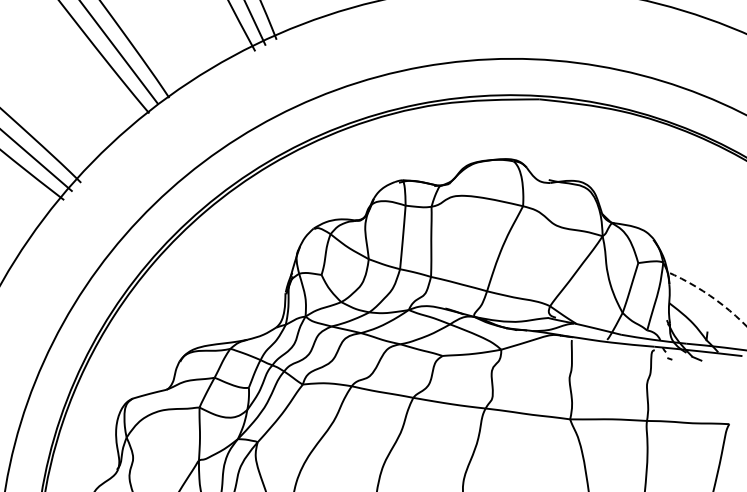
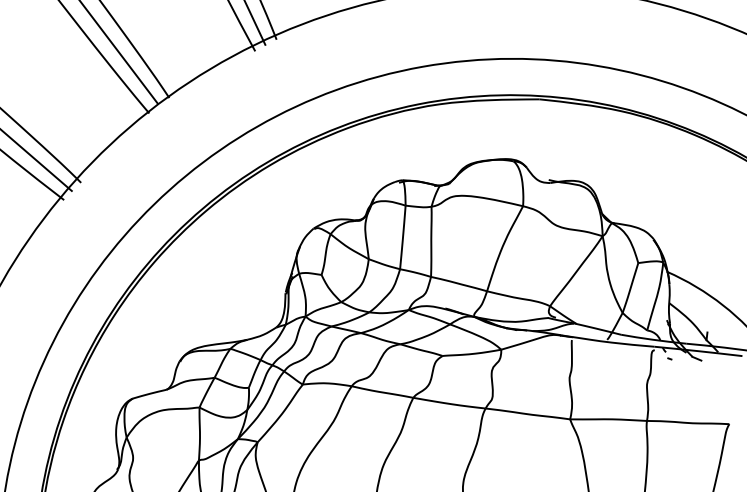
arc at (709, 295): dashed -> solid
